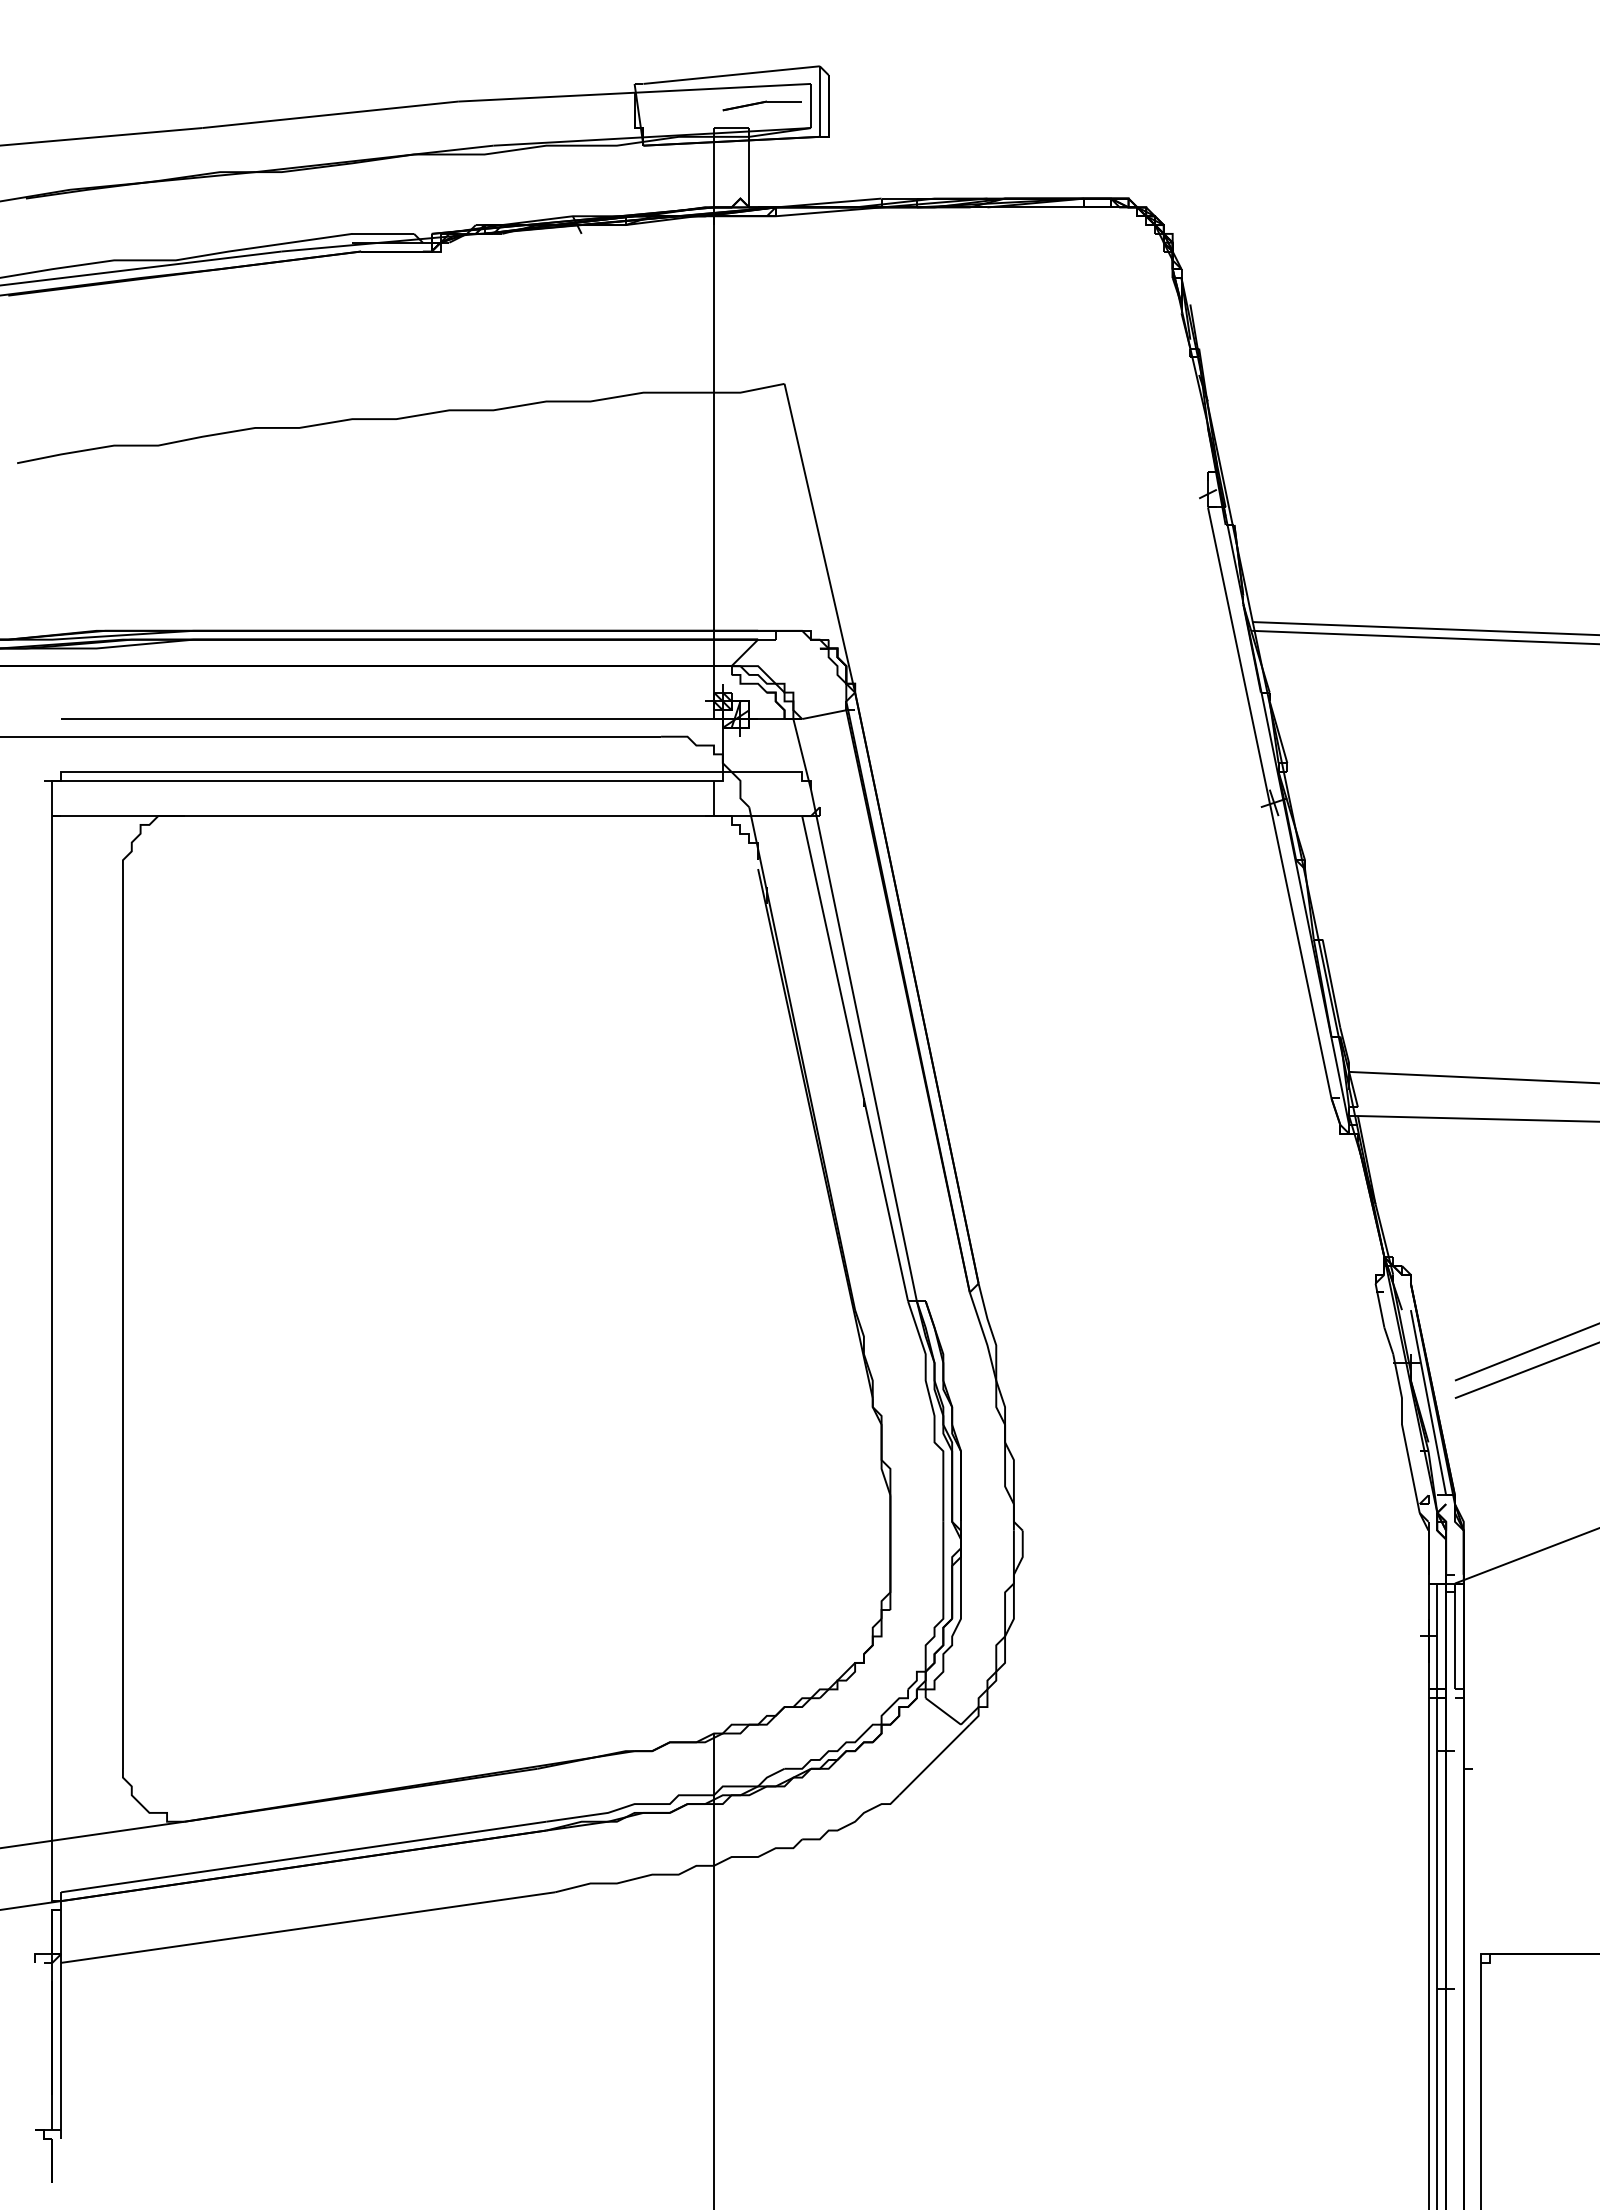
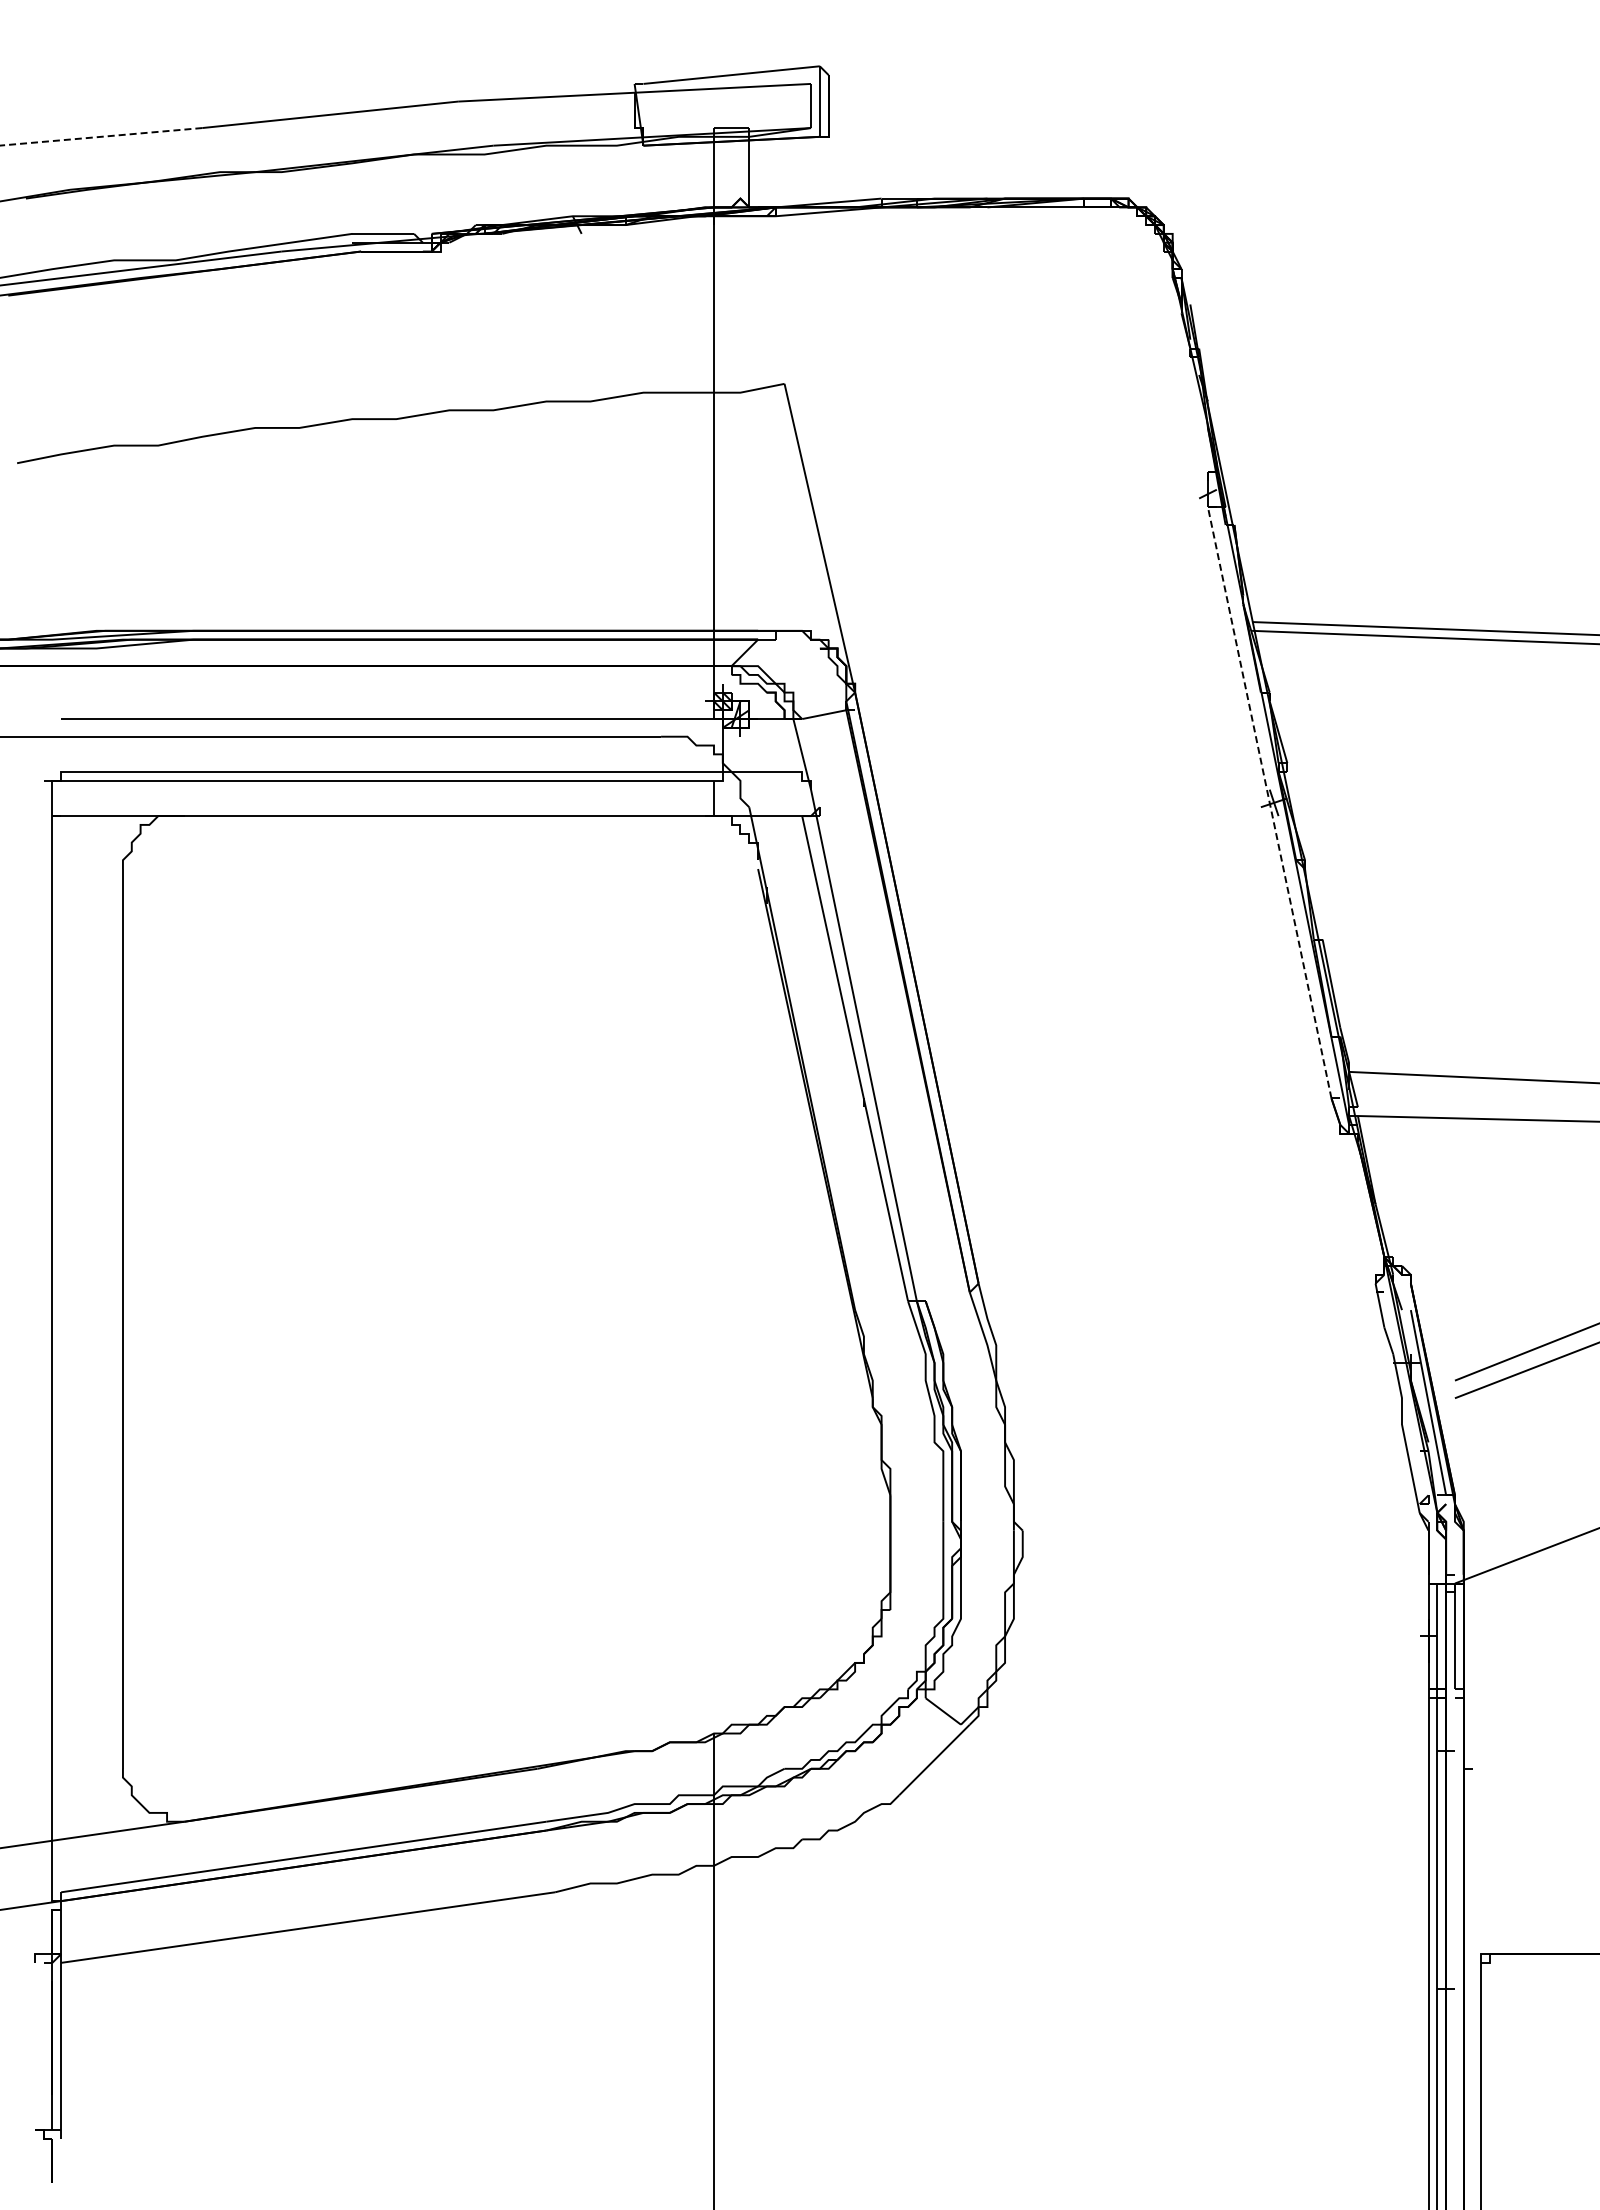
part at (761, 105): present -> none
line at (100, 136): solid -> dashed
line at (1269, 802): solid -> dashed
